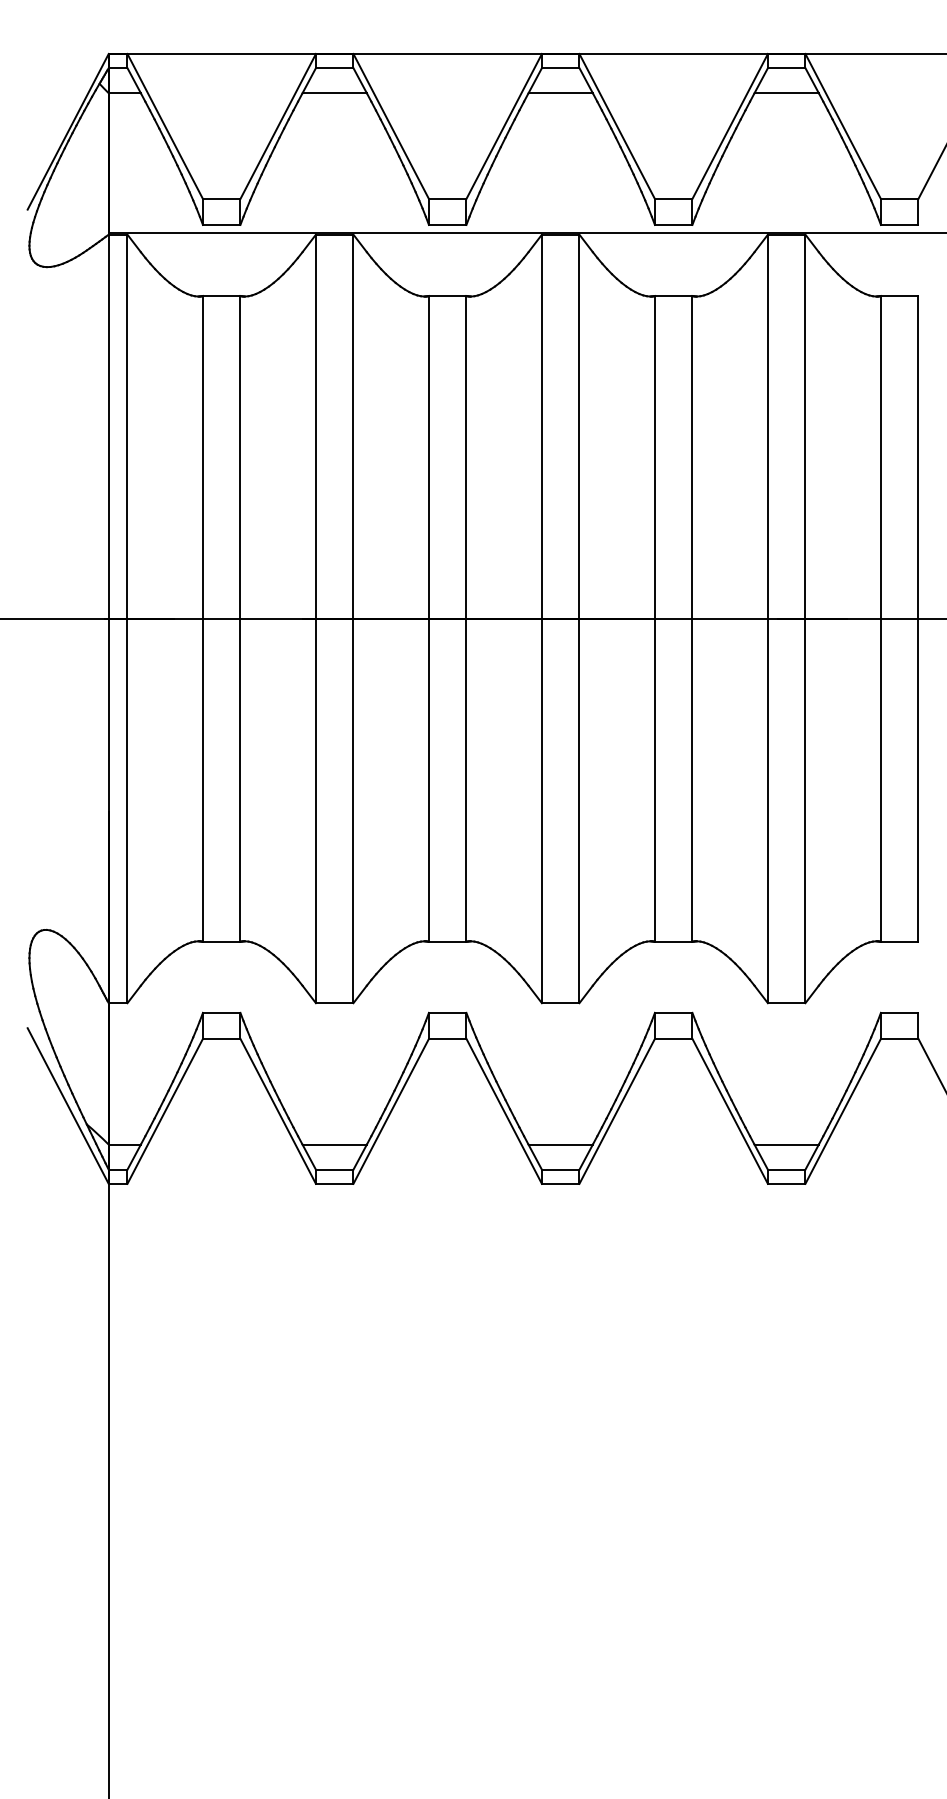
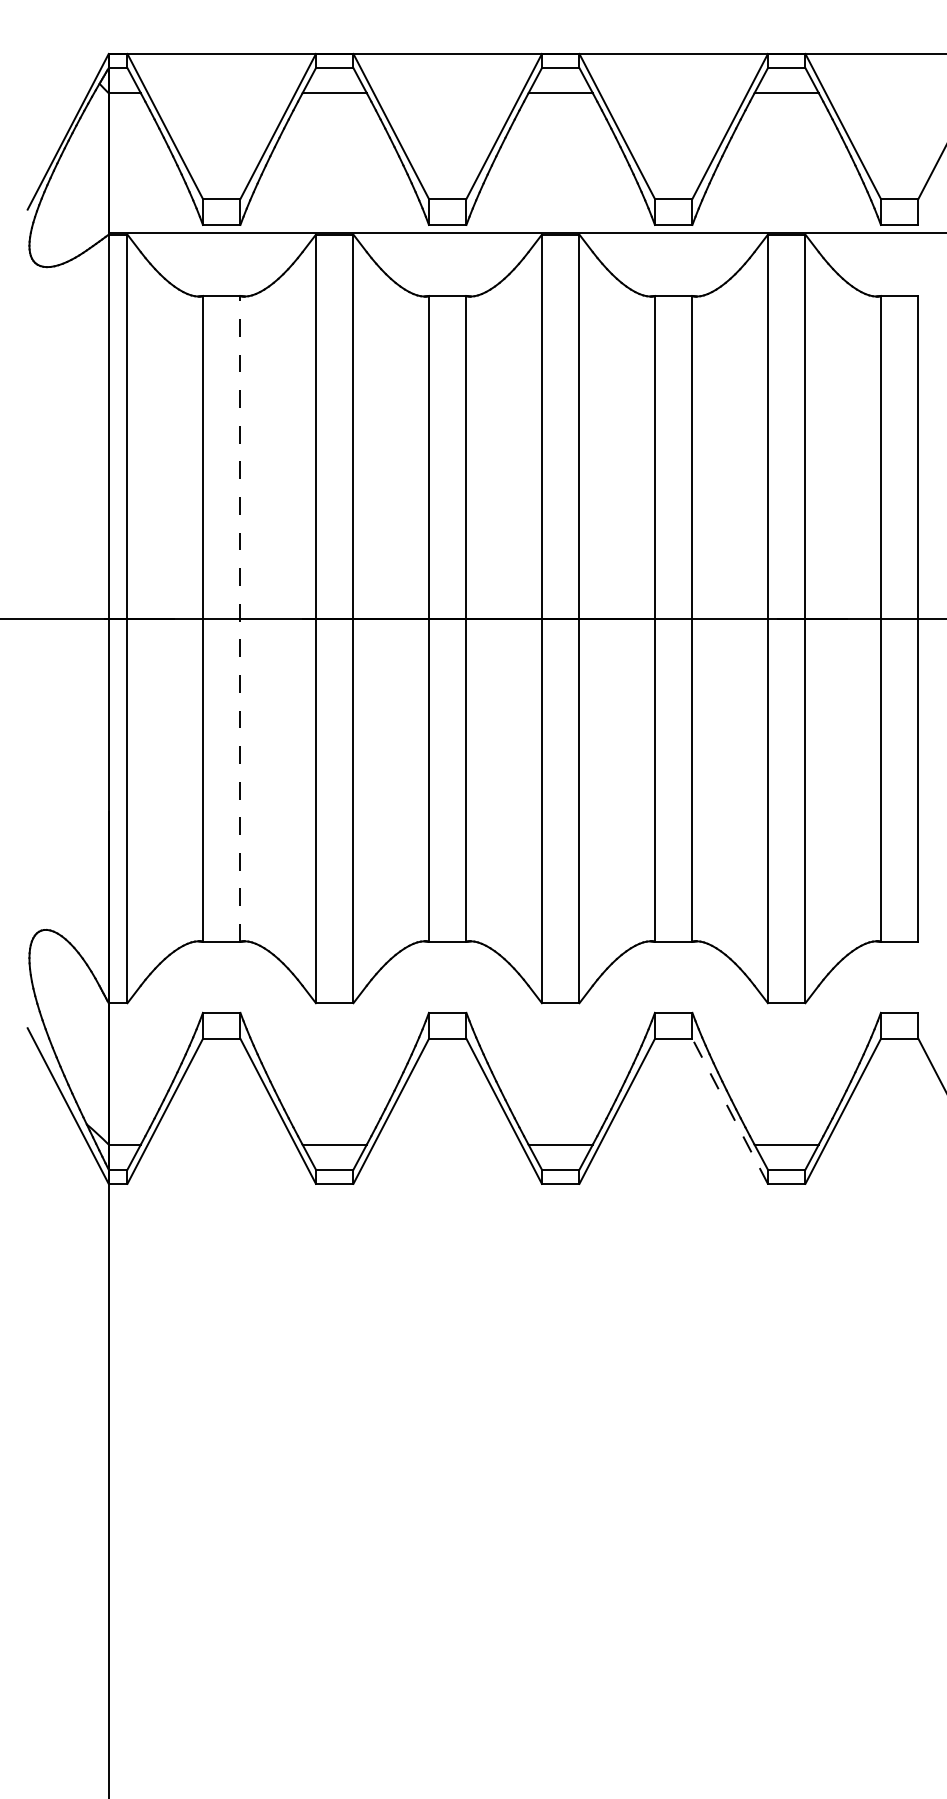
line at (240, 618): solid -> dashed
line at (730, 1111): solid -> dashed
